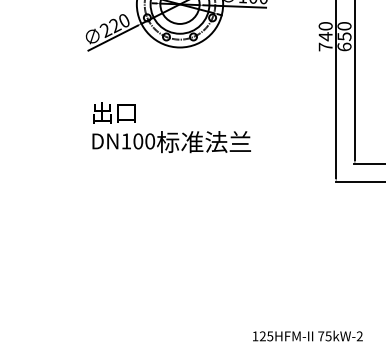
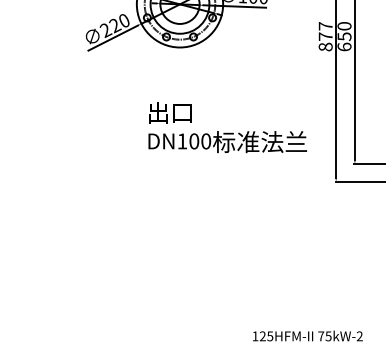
text at (325, 36): 740 -> 877
text at (171, 127) position: (171, 127) -> (227, 127)
